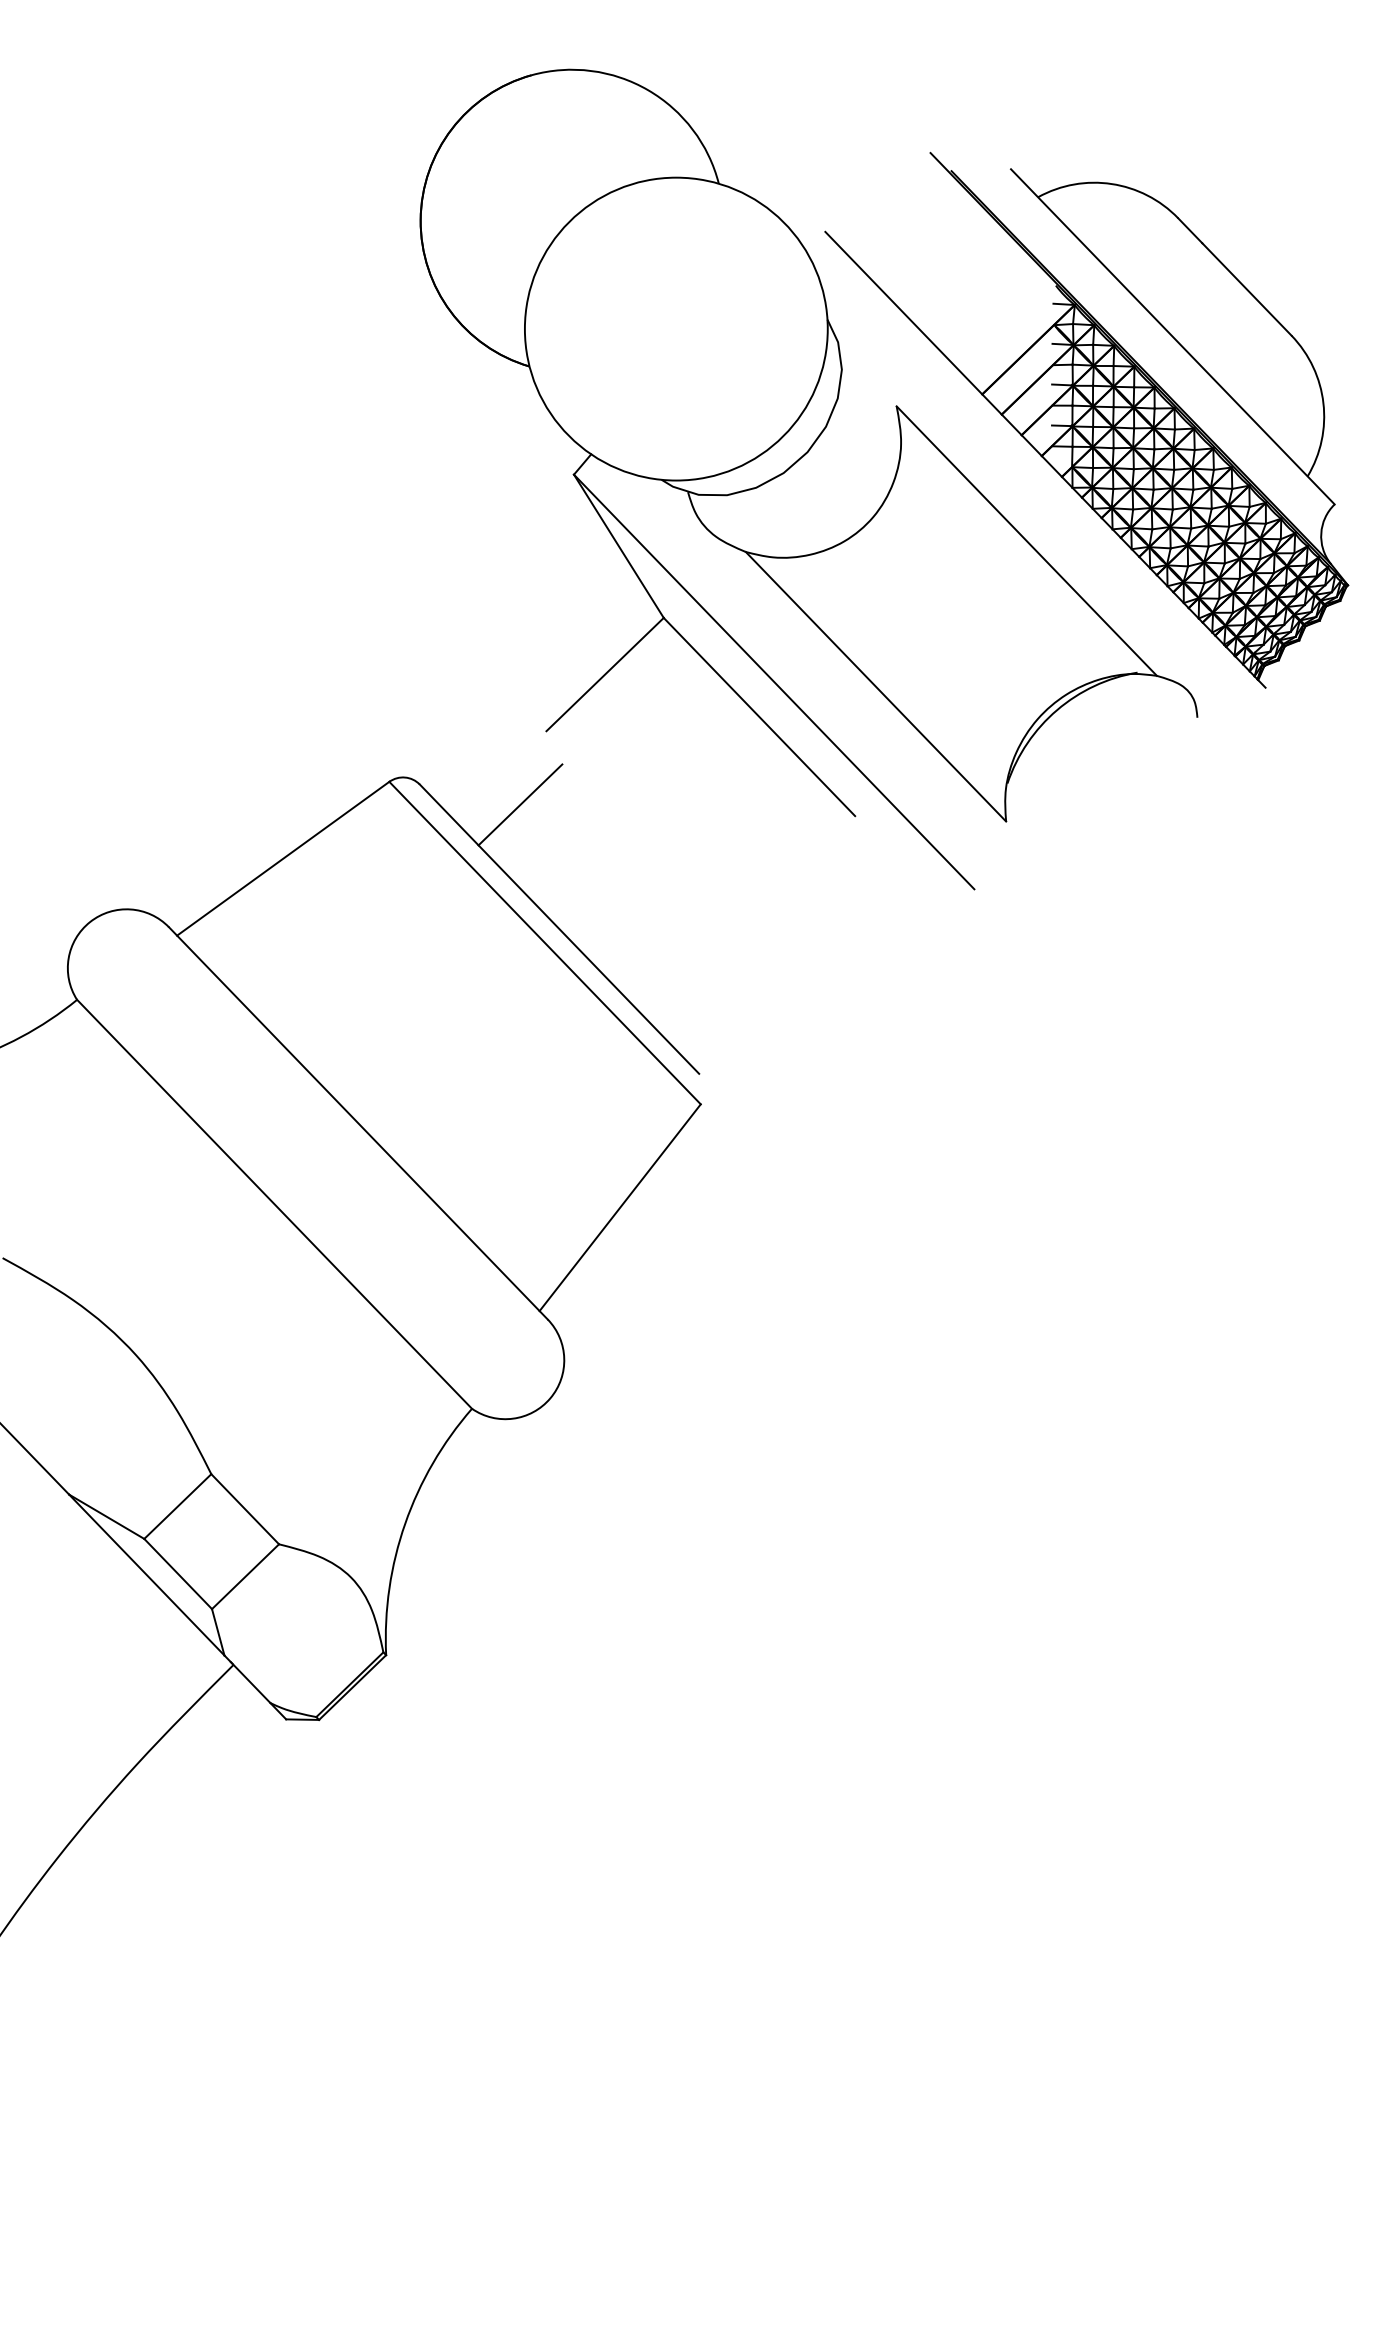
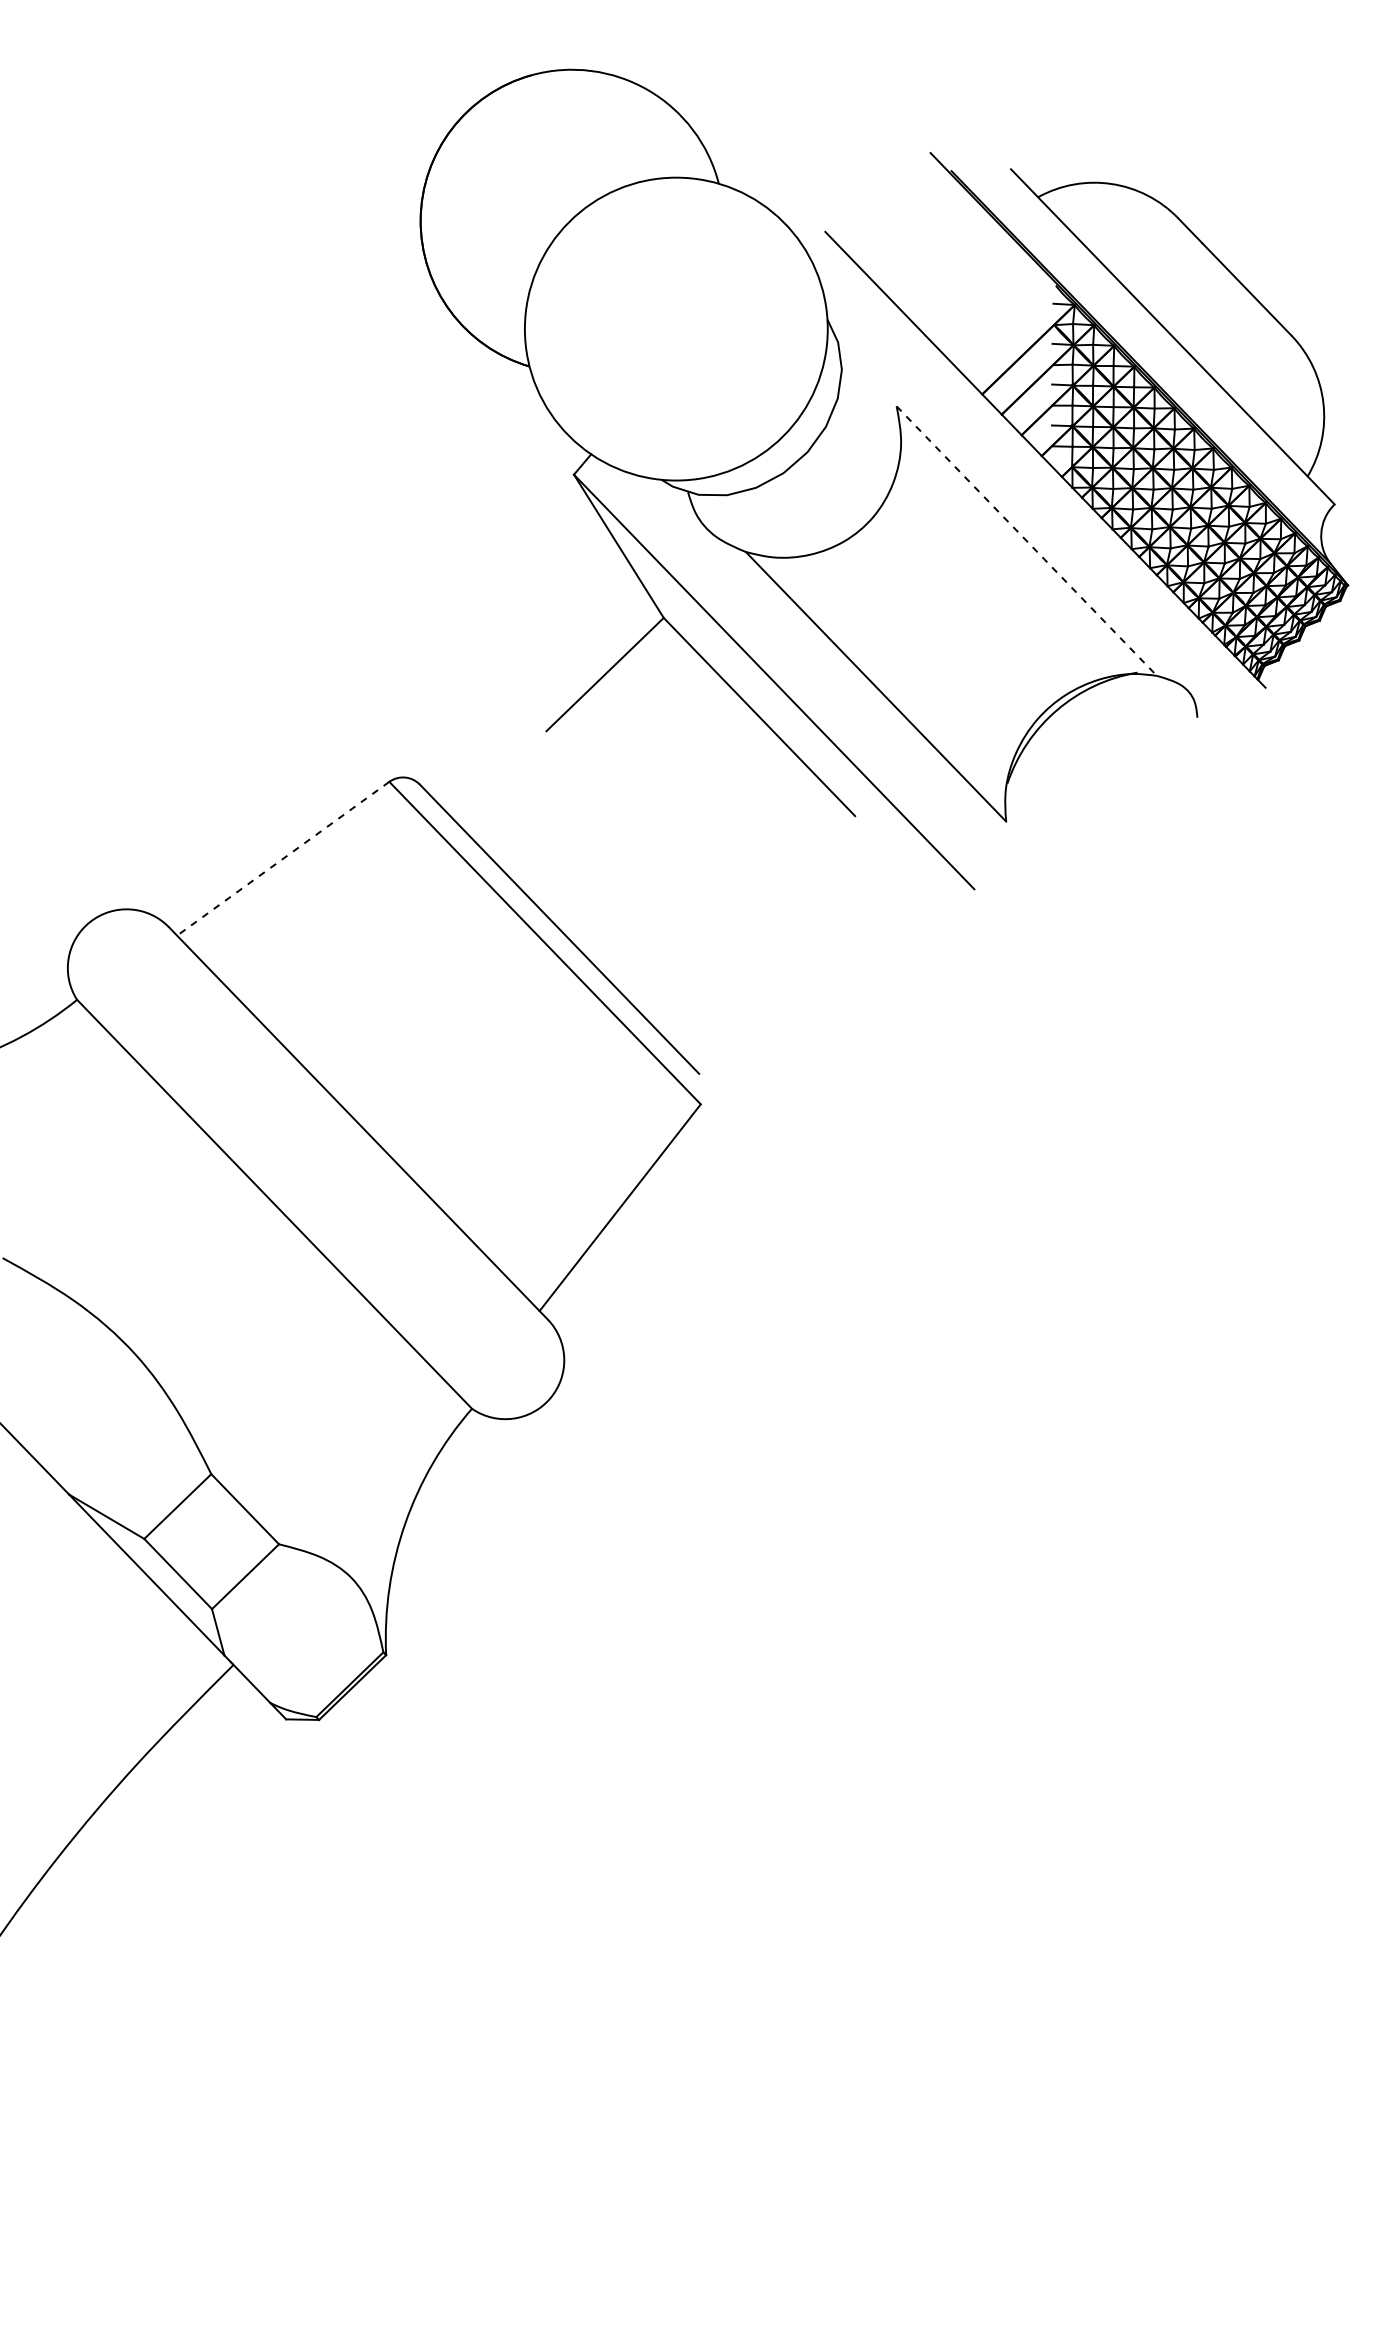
line at (1027, 541): solid -> dashed
line at (520, 804): present -> none
line at (282, 859): solid -> dashed
